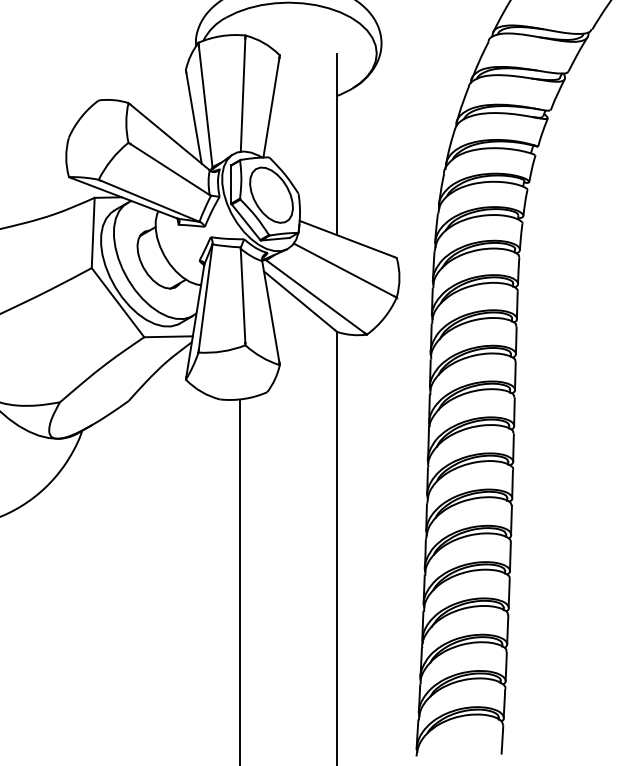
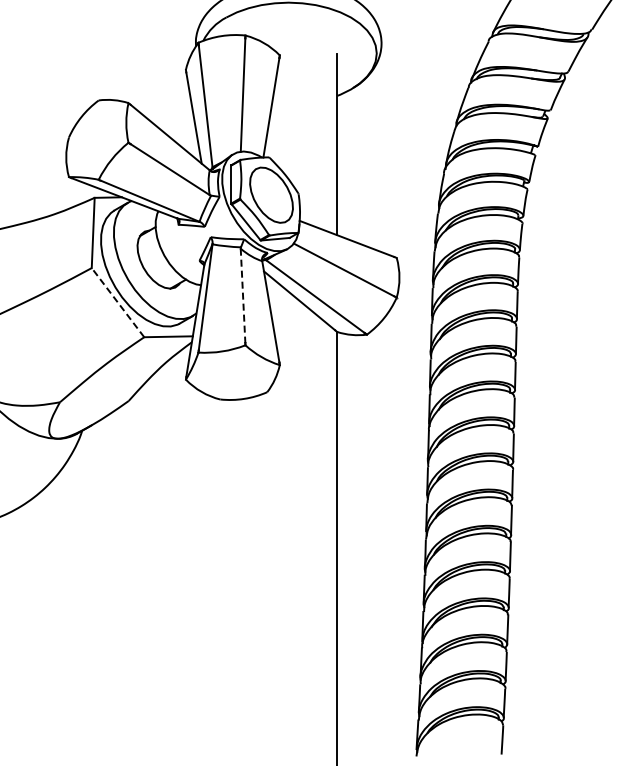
line at (243, 296): solid -> dashed
line at (117, 302): solid -> dashed
line at (240, 580): present -> none
